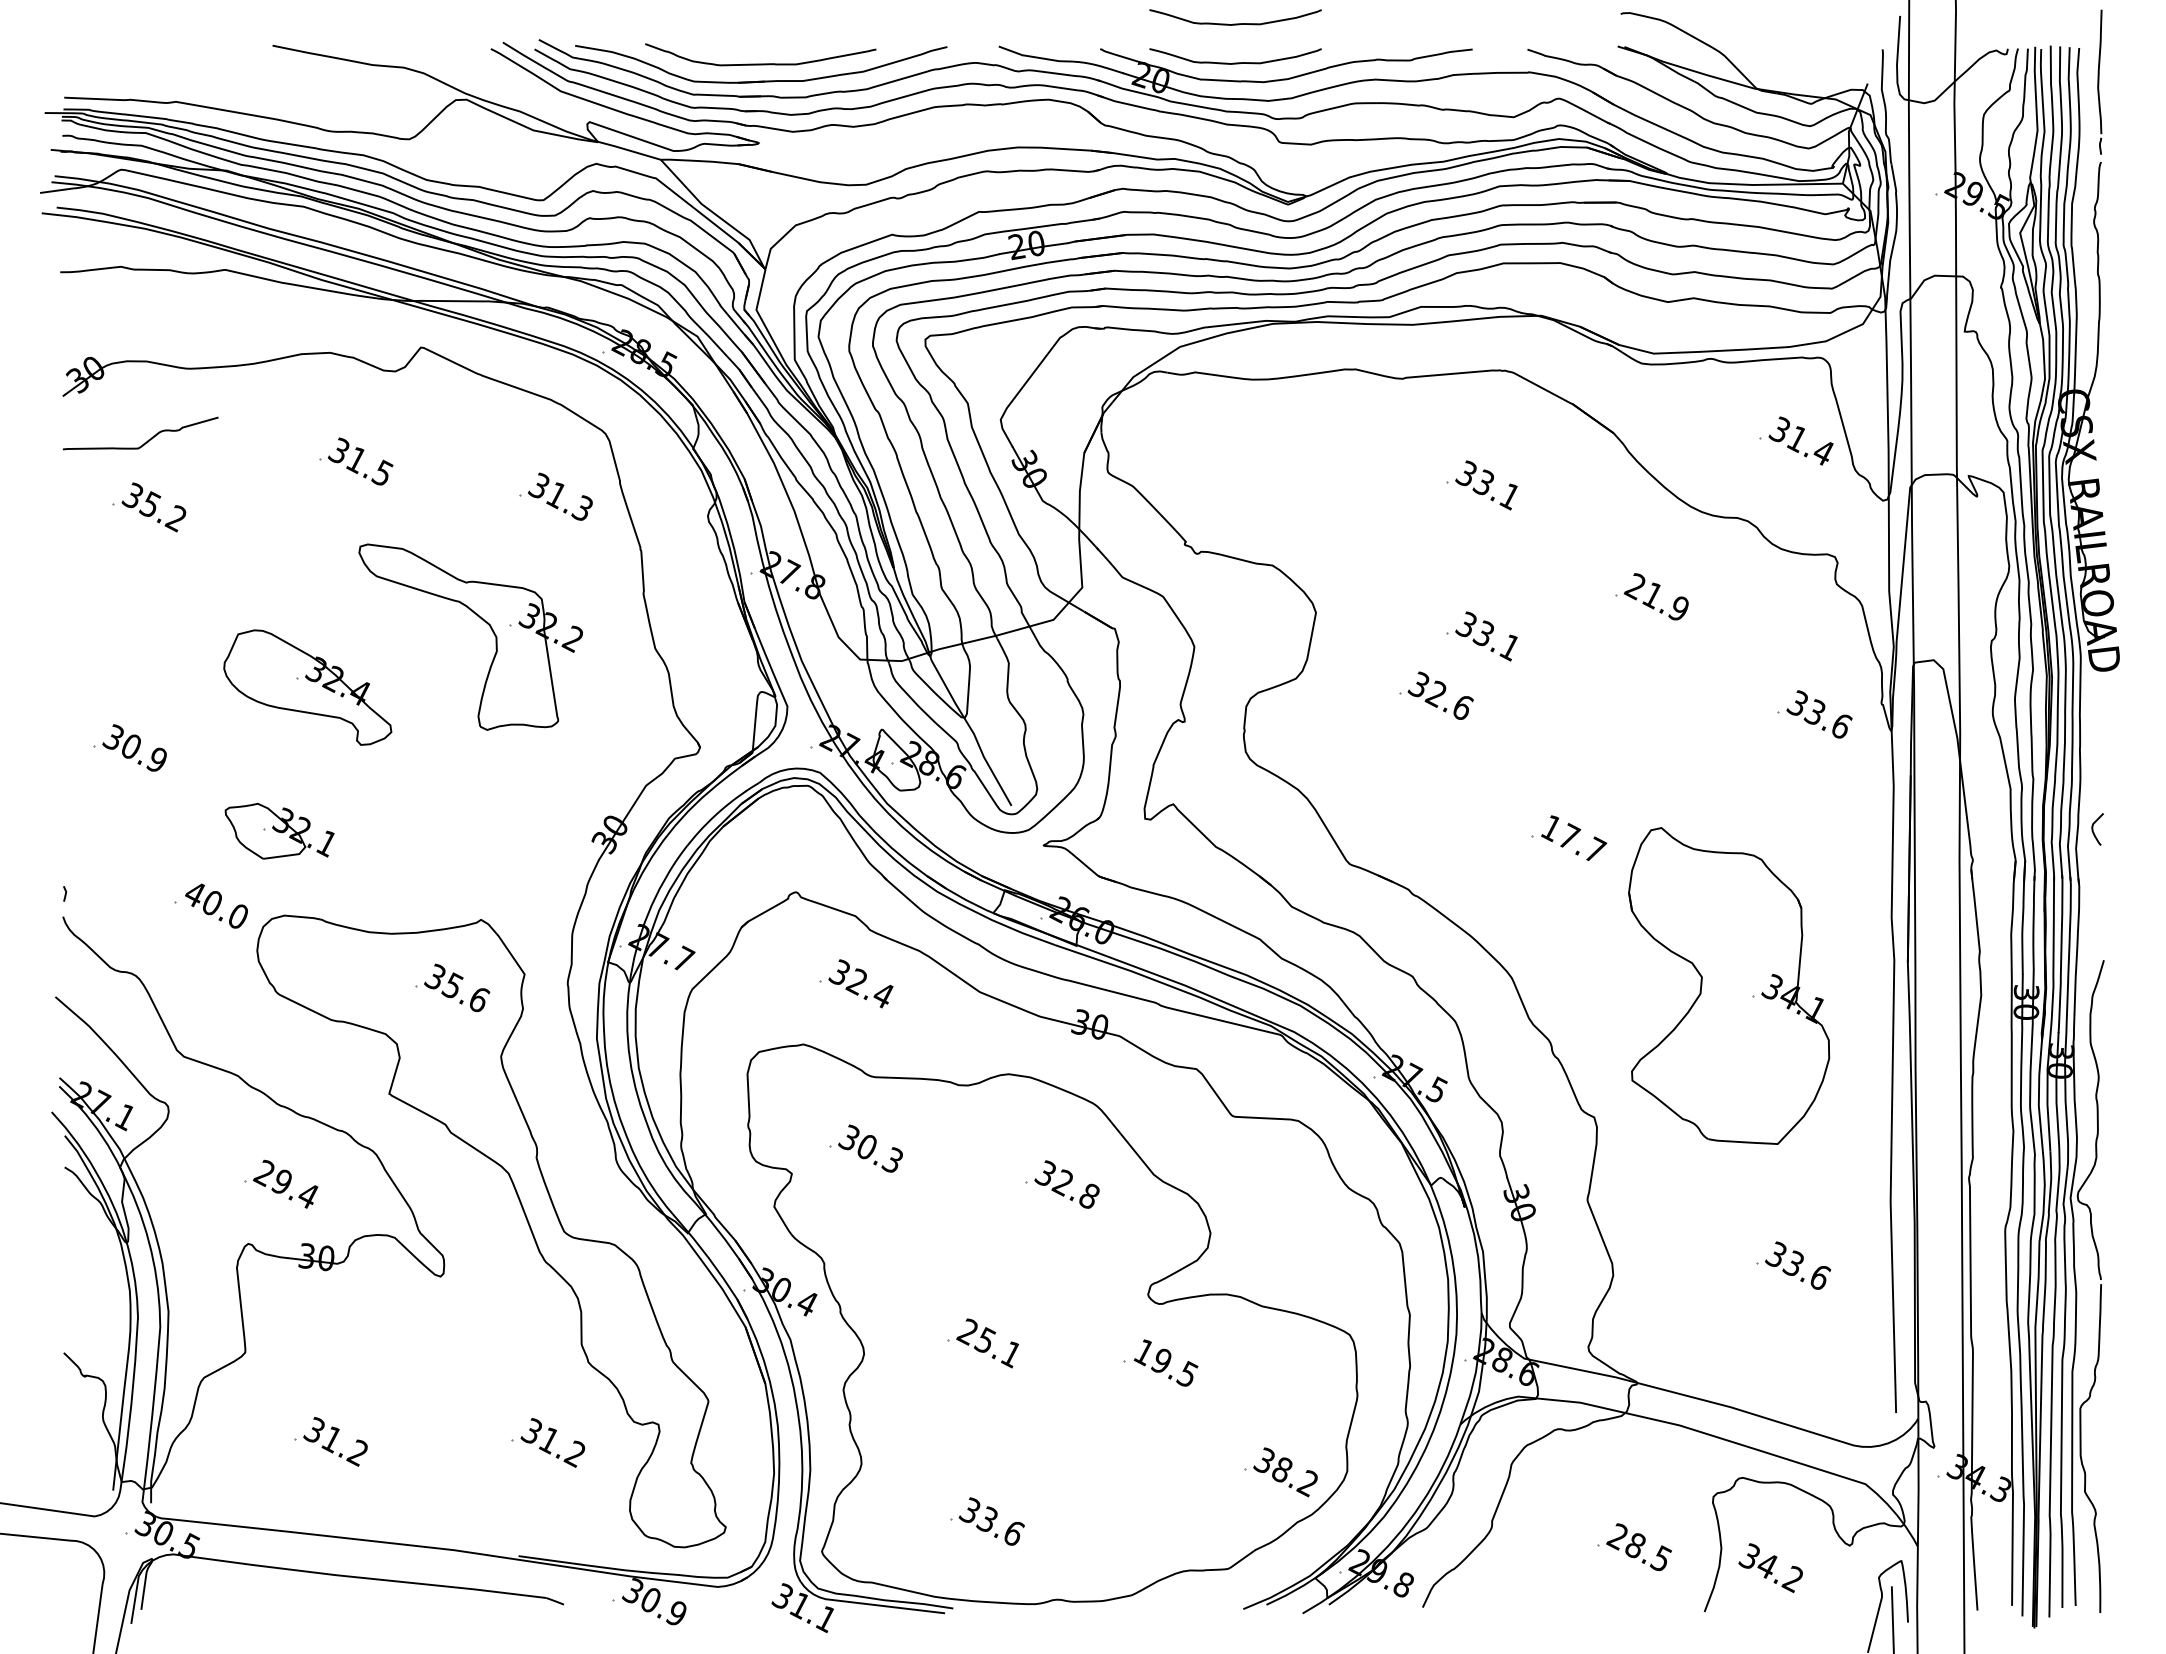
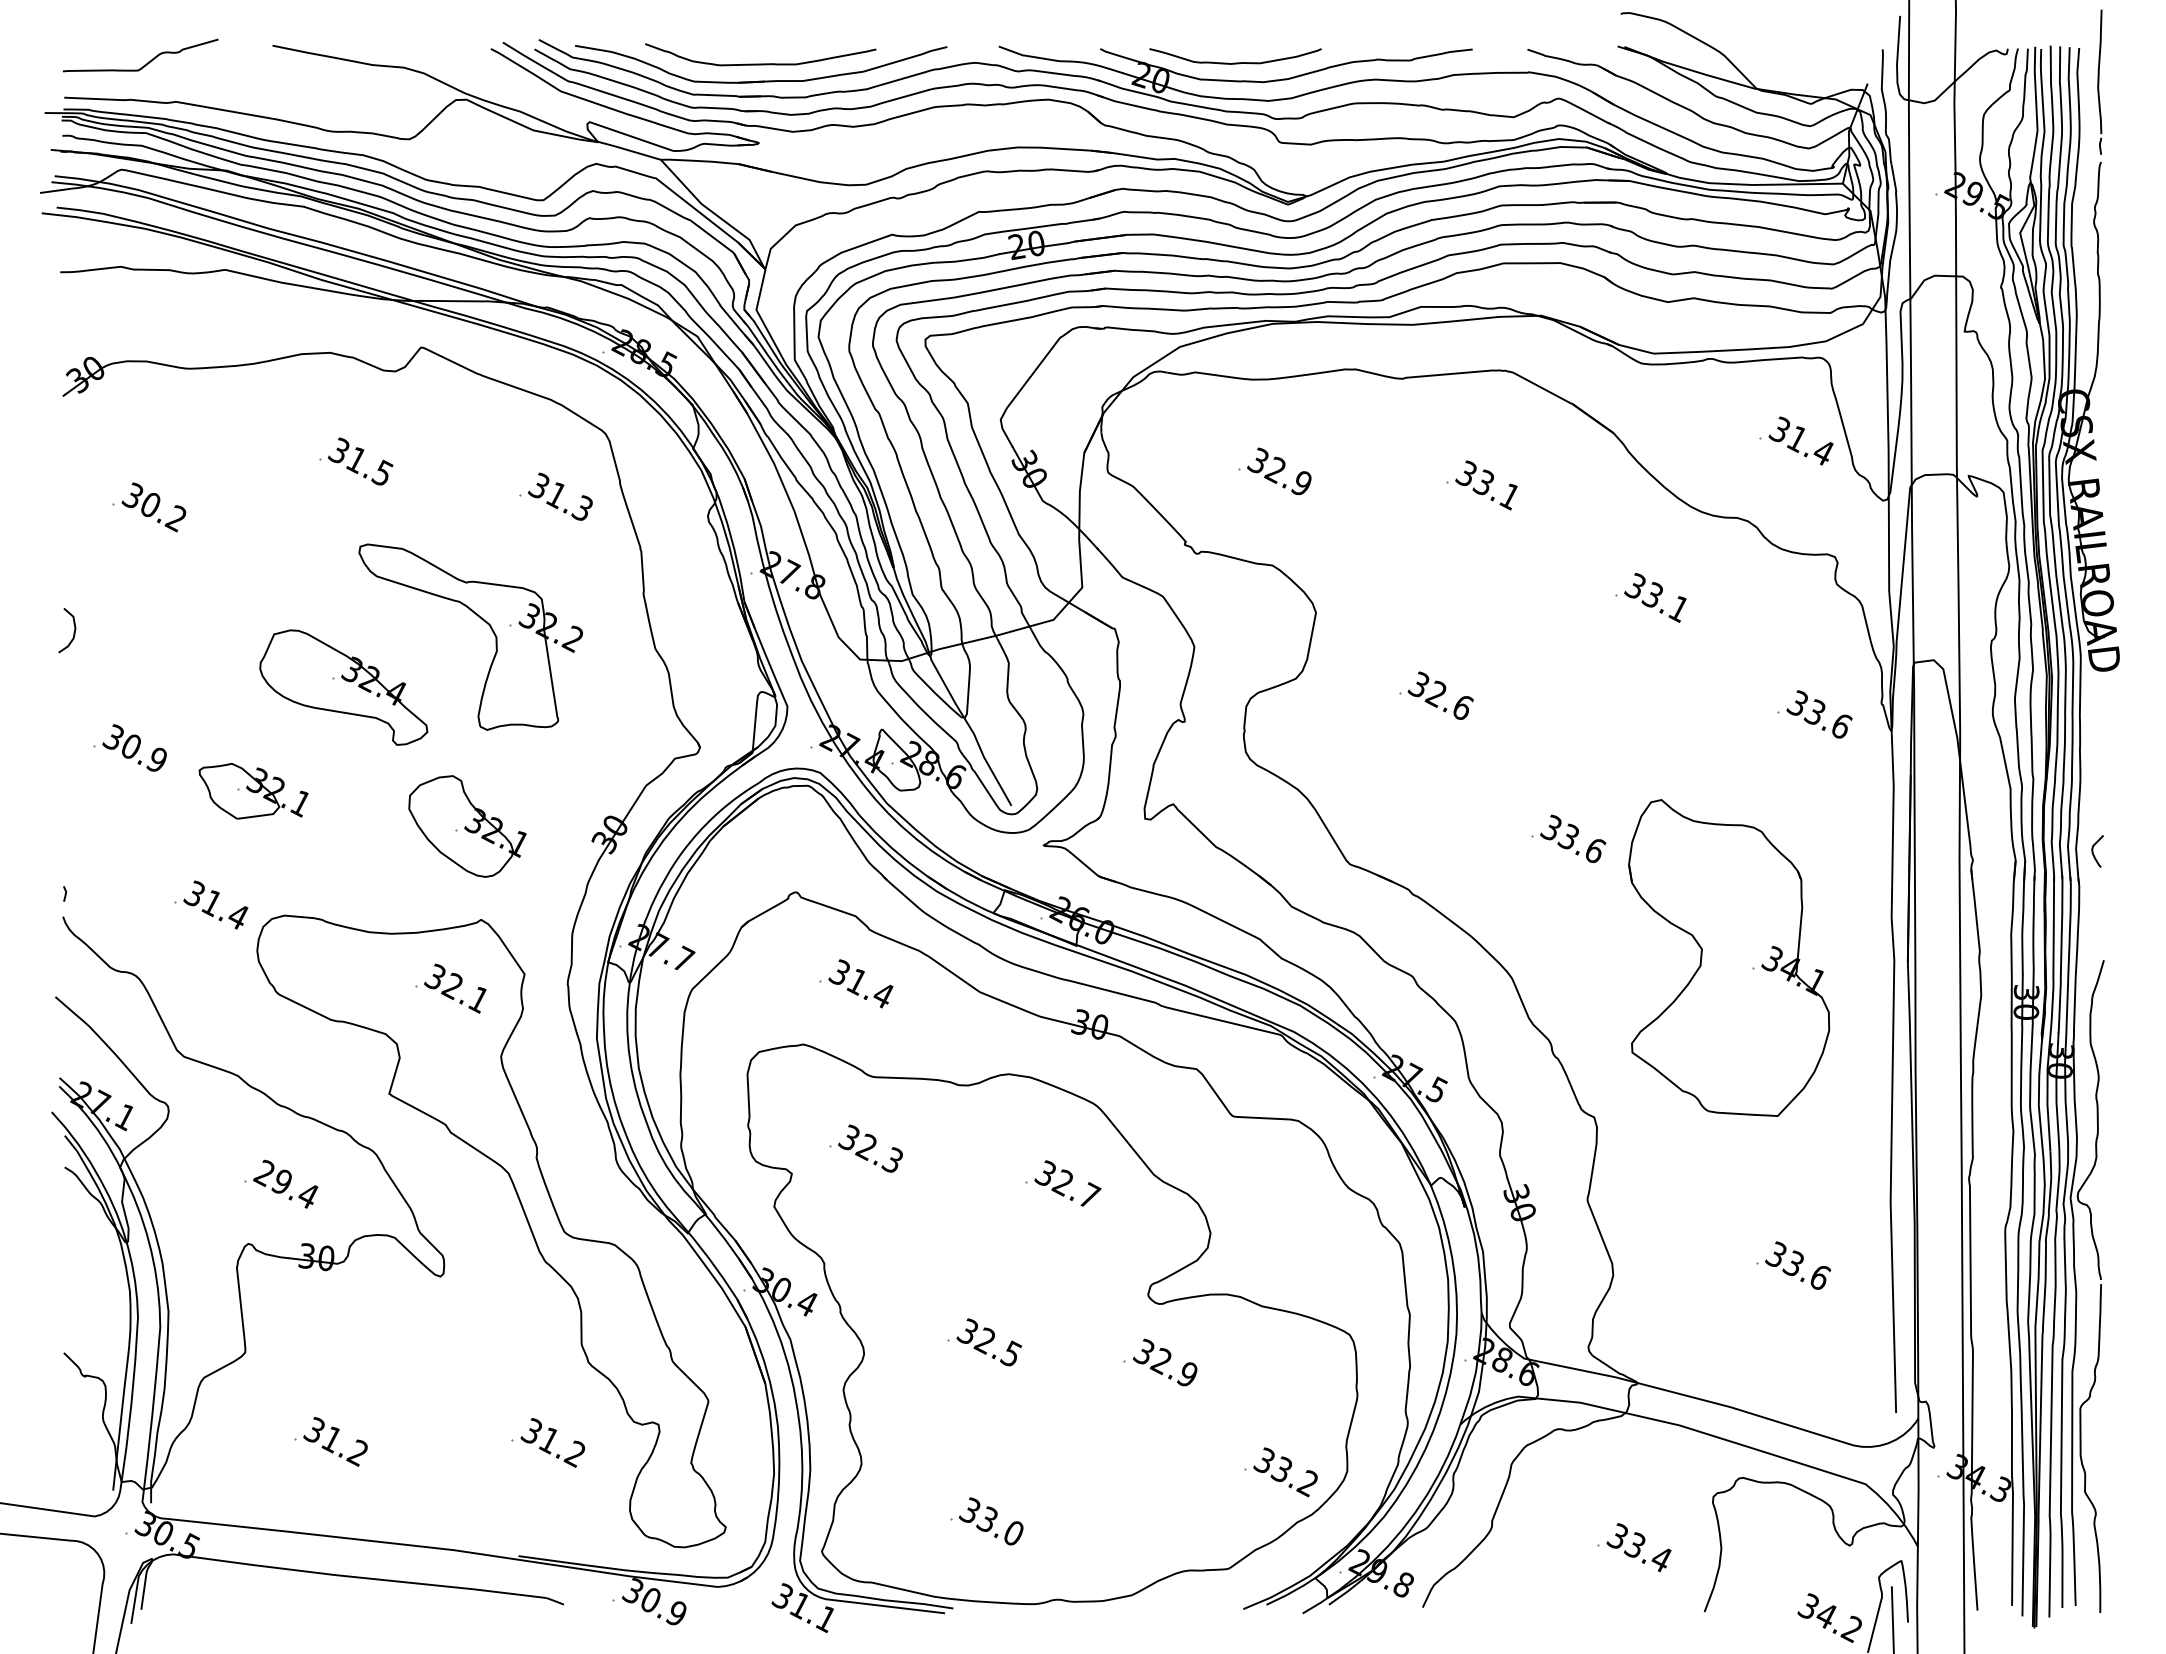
curve at (1235, 23): present -> none
curve at (147, 440) position: (147, 440) -> (147, 62)
part at (1274, 470): none -> present
text at (150, 503): 35.2 -> 30.2
text at (1655, 597): 21.9 -> 33.1
curve at (73, 632): none -> present
part at (1481, 636): present -> none
part at (307, 687) position: (307, 687) -> (343, 687)
part at (467, 826): none -> present
curve at (2093, 829) position: (2093, 829) -> (2093, 851)
part at (279, 830) position: (279, 830) -> (253, 790)
text at (1573, 838): 17.7 -> 33.6
text at (215, 904): 40.0 -> 31.4
text at (855, 981): 32.4 -> 31.4
part at (1729, 985) position: (1729, 985) -> (1729, 957)
text at (465, 992): 35.6 -> 32.1
text at (865, 1146): 30.3 -> 32.3
text at (1090, 1195): 32.8 -> 32.7
text at (988, 1343): 25.1 -> 32.5
text at (1165, 1362): 19.5 -> 32.9
text at (1281, 1469): 38.2 -> 33.2
text at (1014, 1533): 33.6 -> 33.0
text at (1639, 1547): 28.5 -> 33.4
text at (1770, 1568) position: (1770, 1568) -> (1829, 1618)
